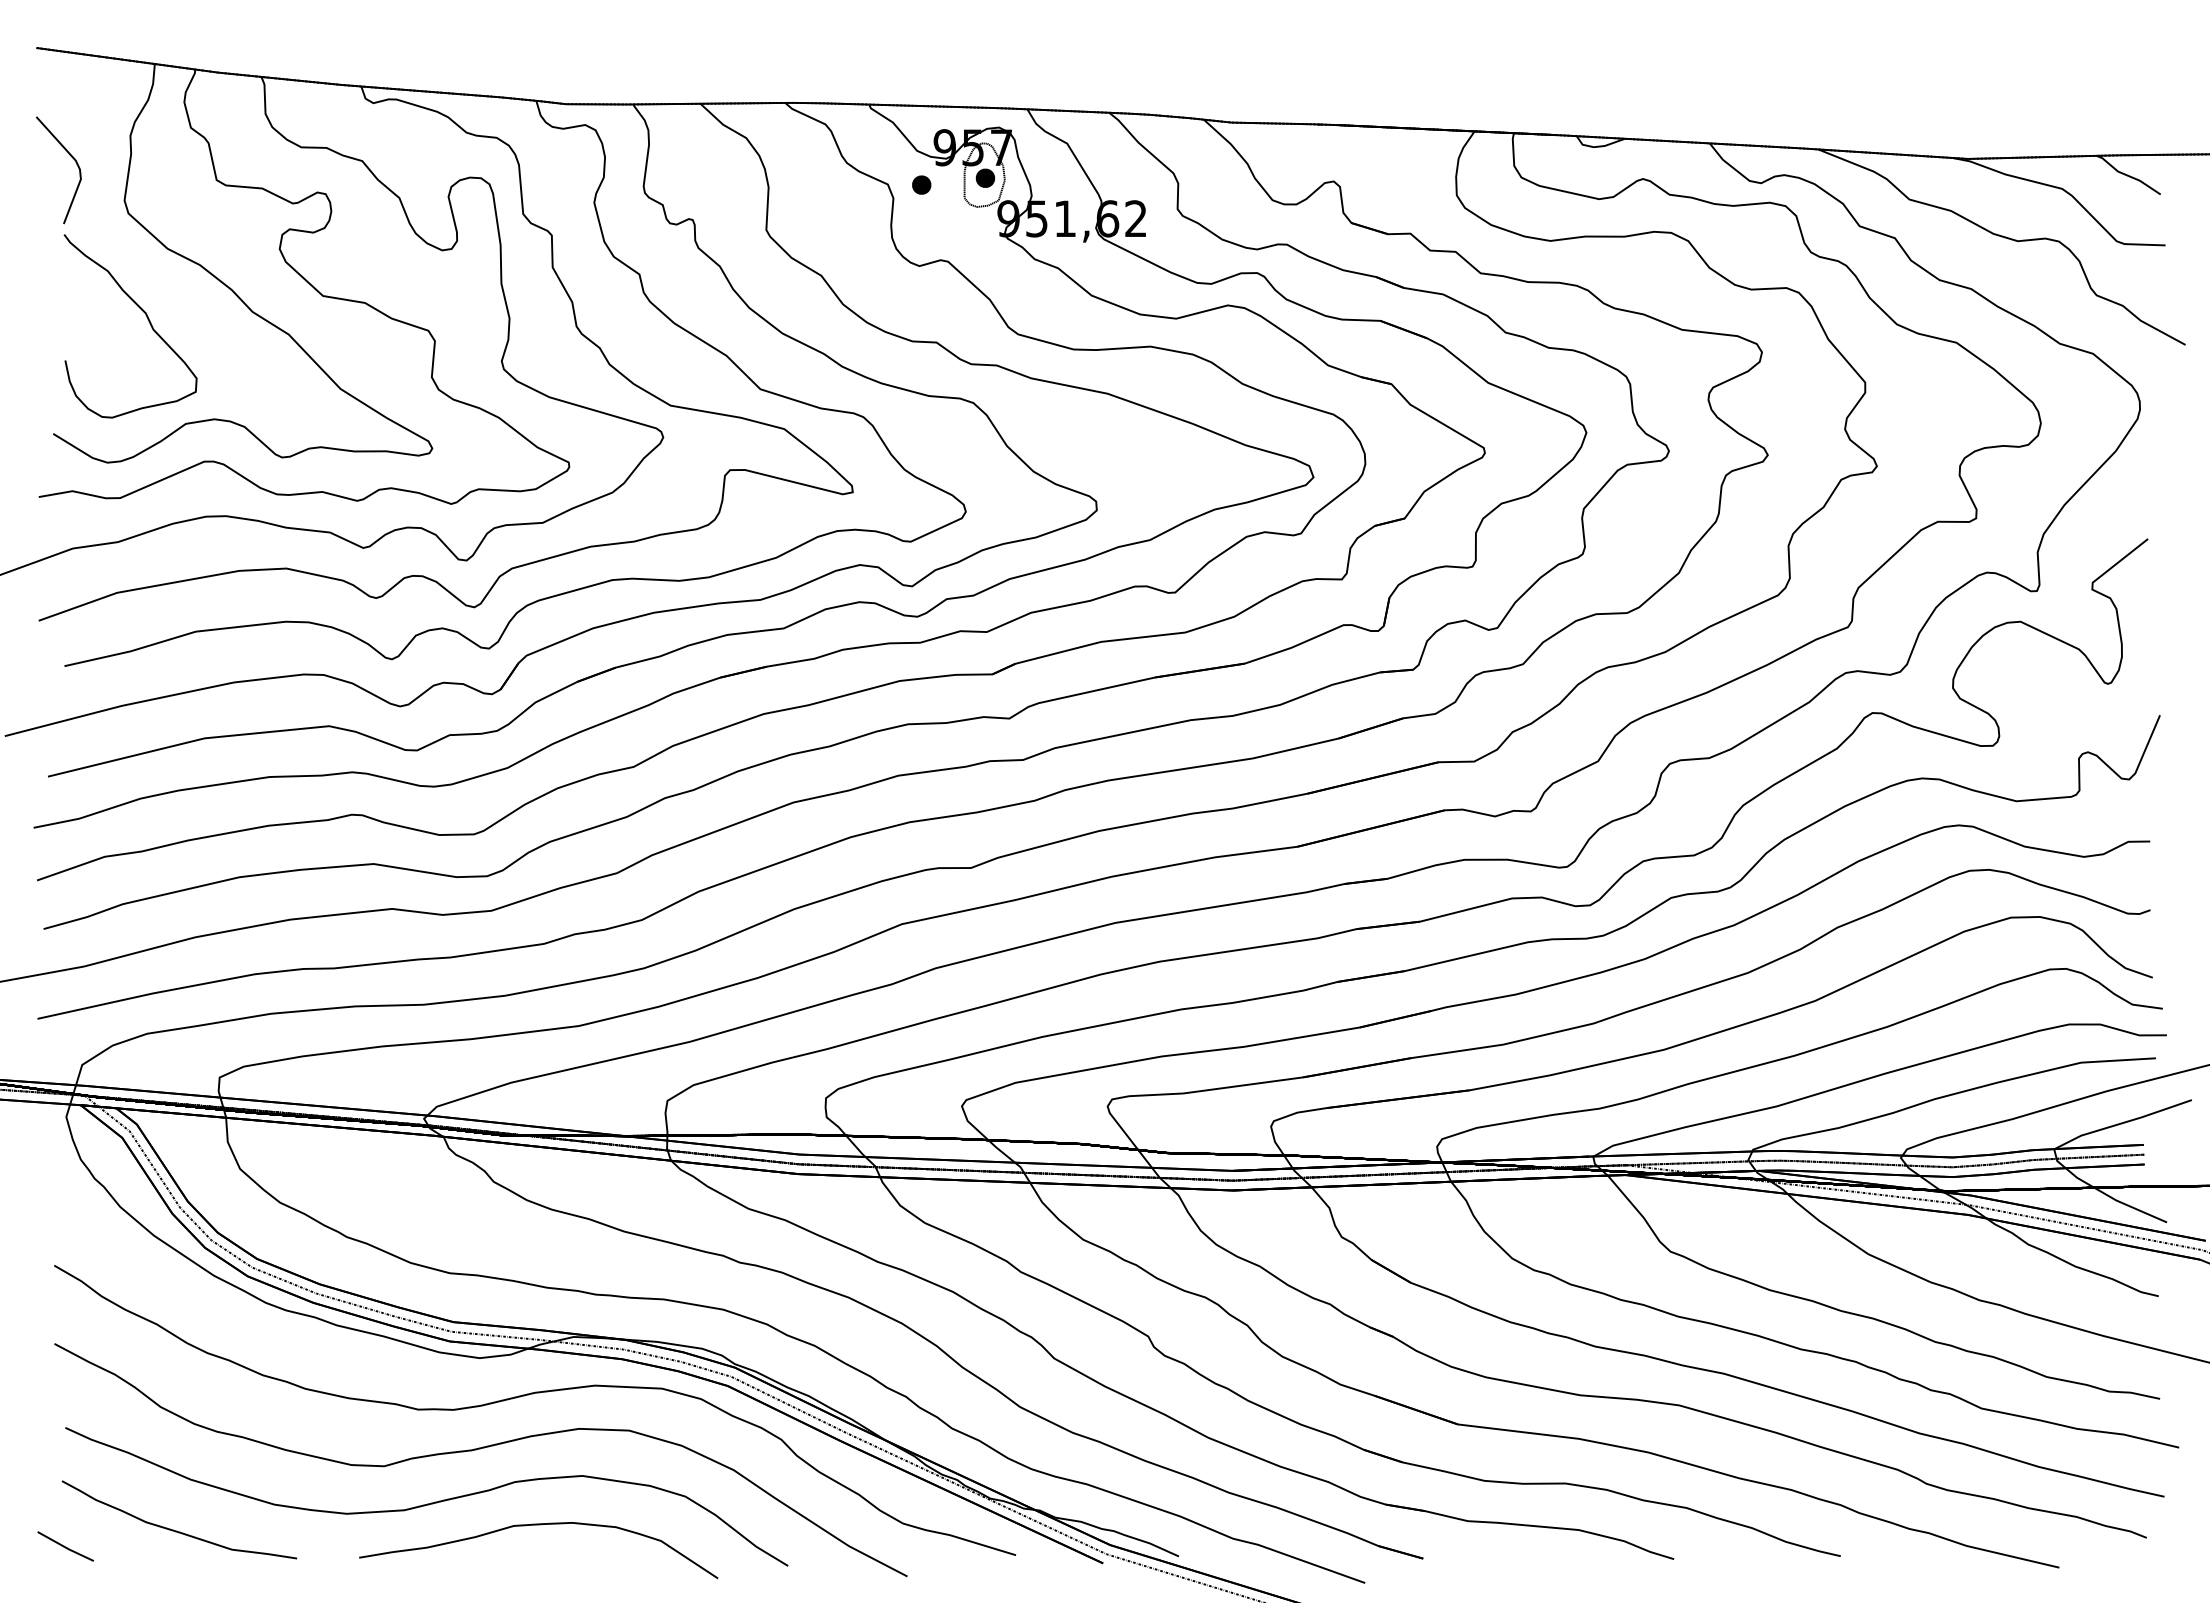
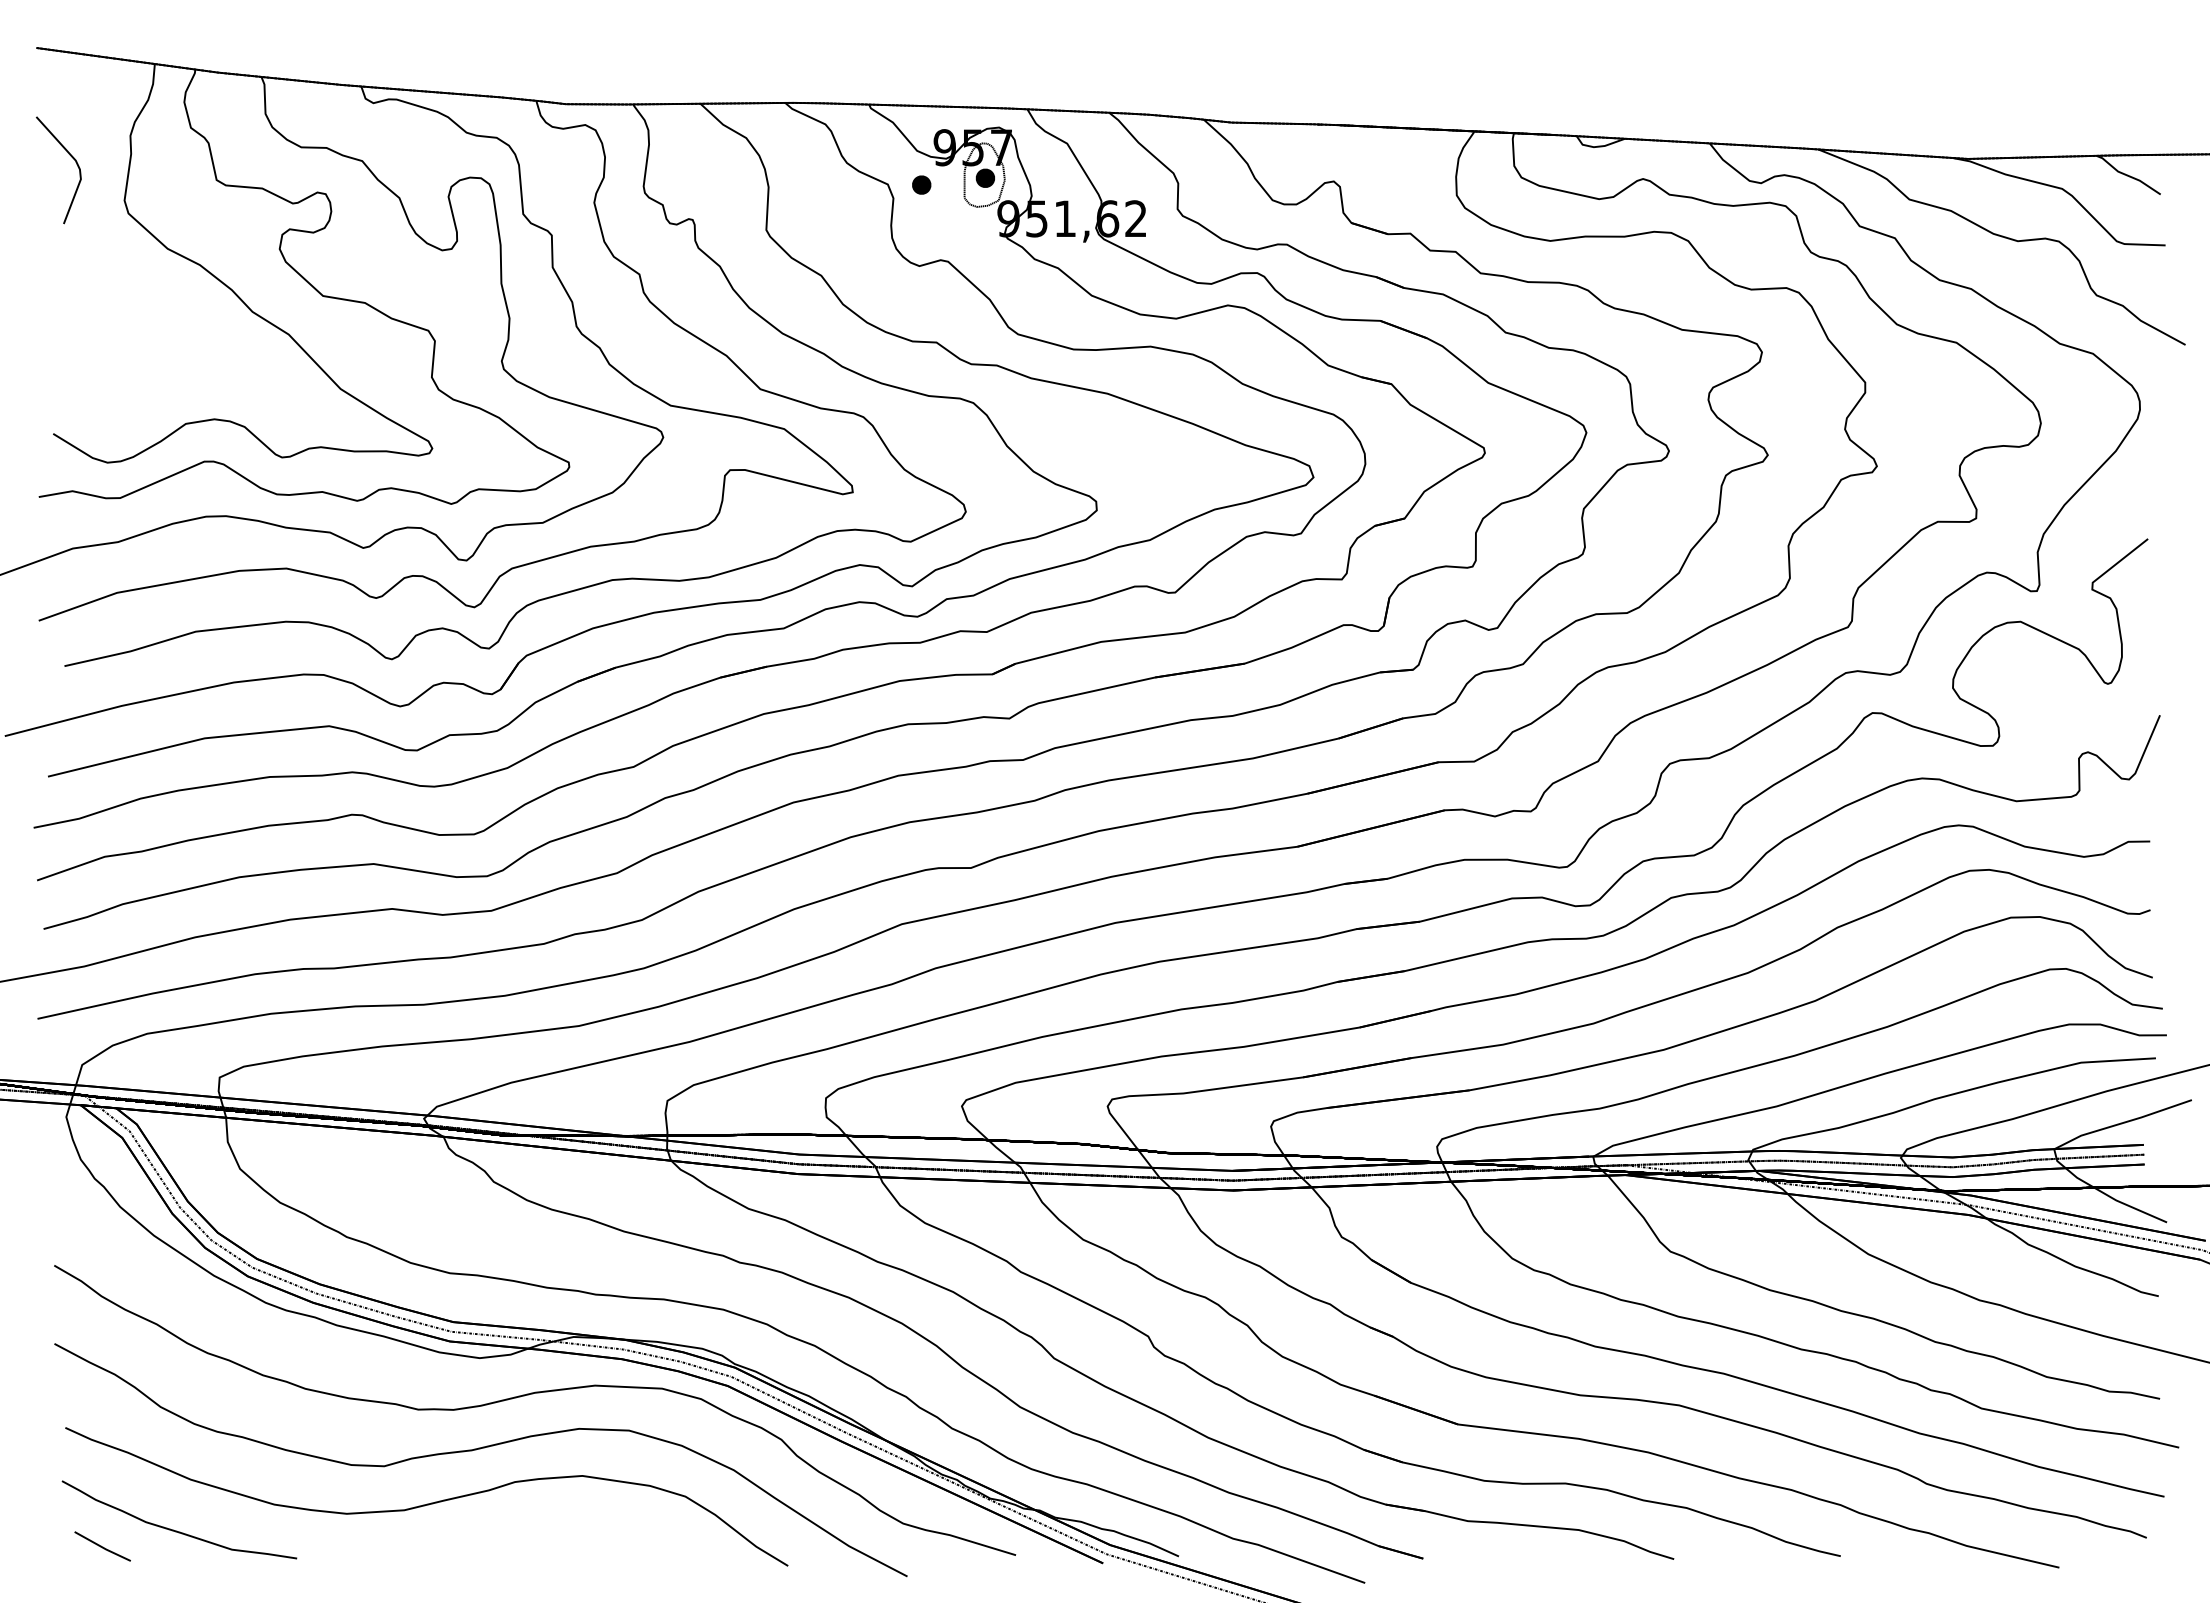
curve at (146, 317): present -> none
curve at (538, 1525): present -> none
line at (65, 1546) position: (65, 1546) -> (102, 1546)
